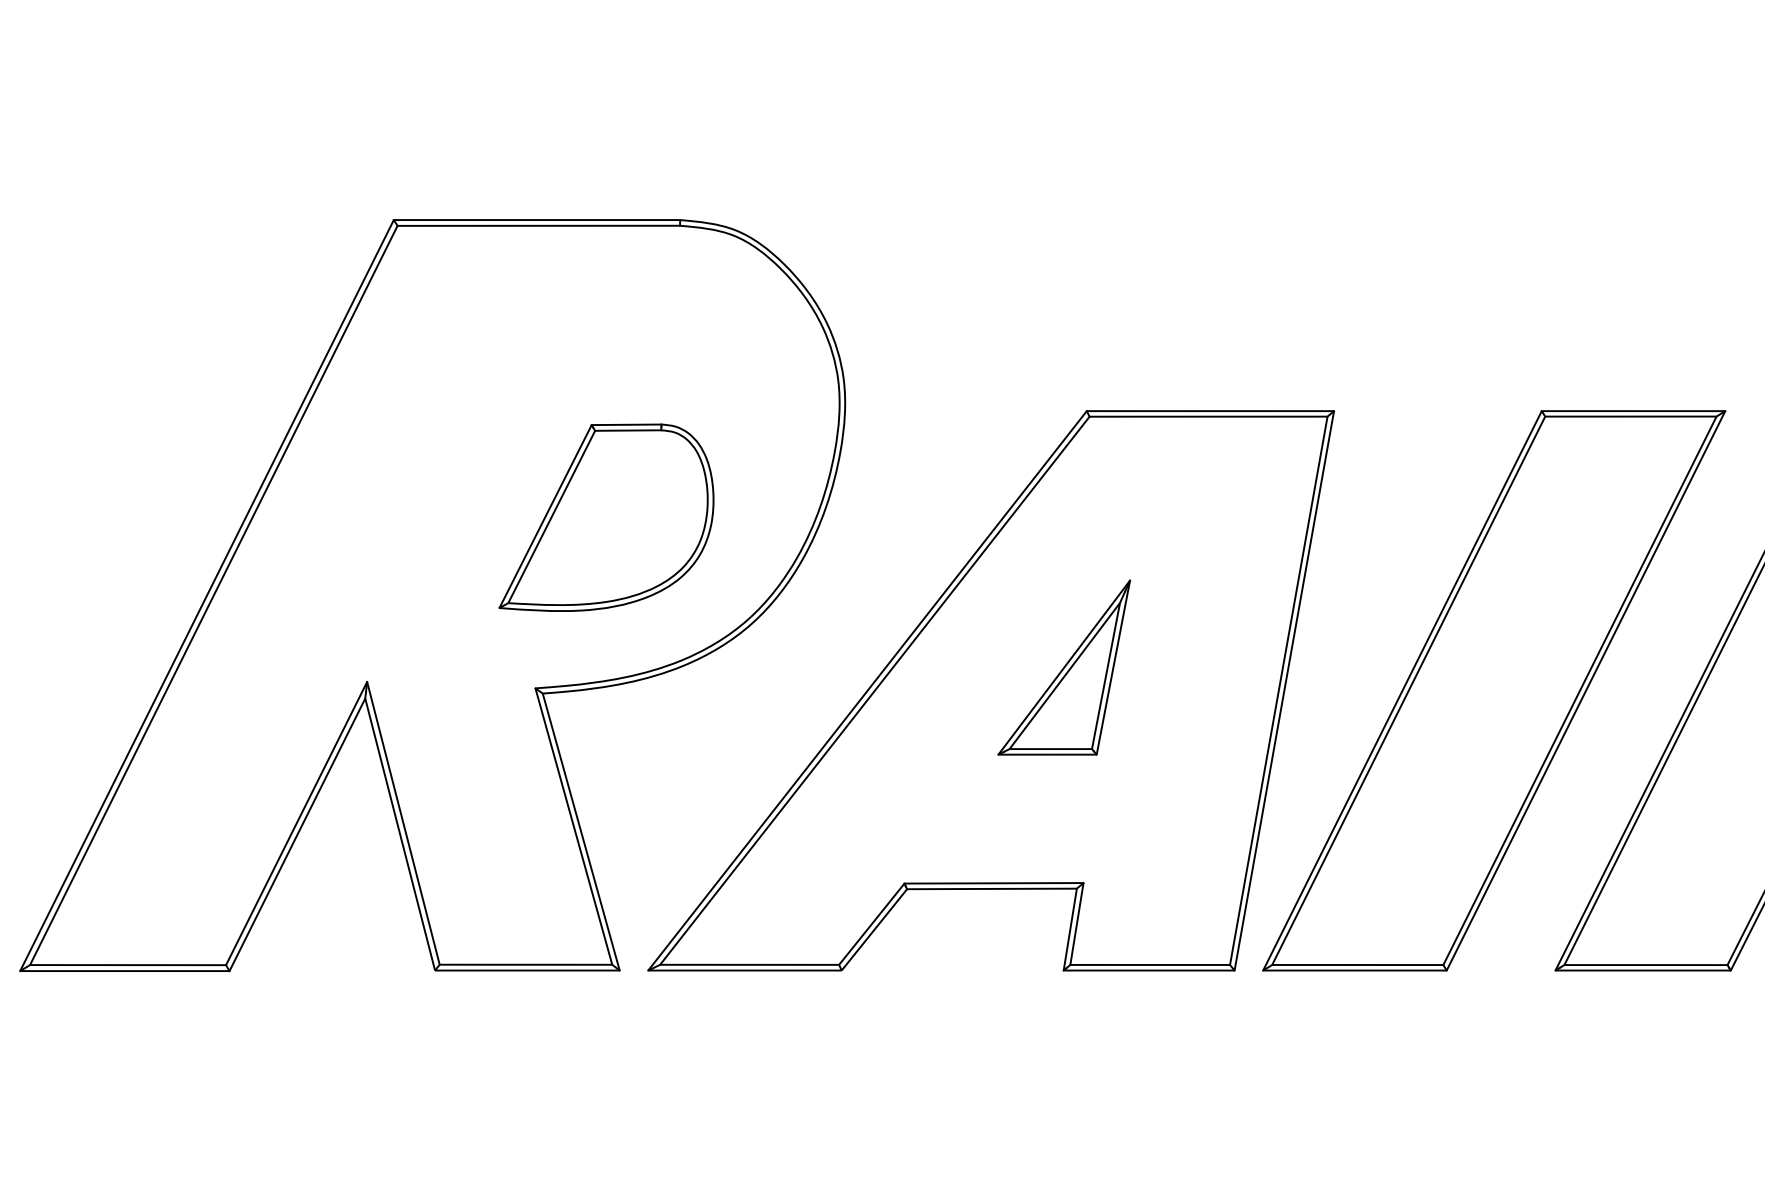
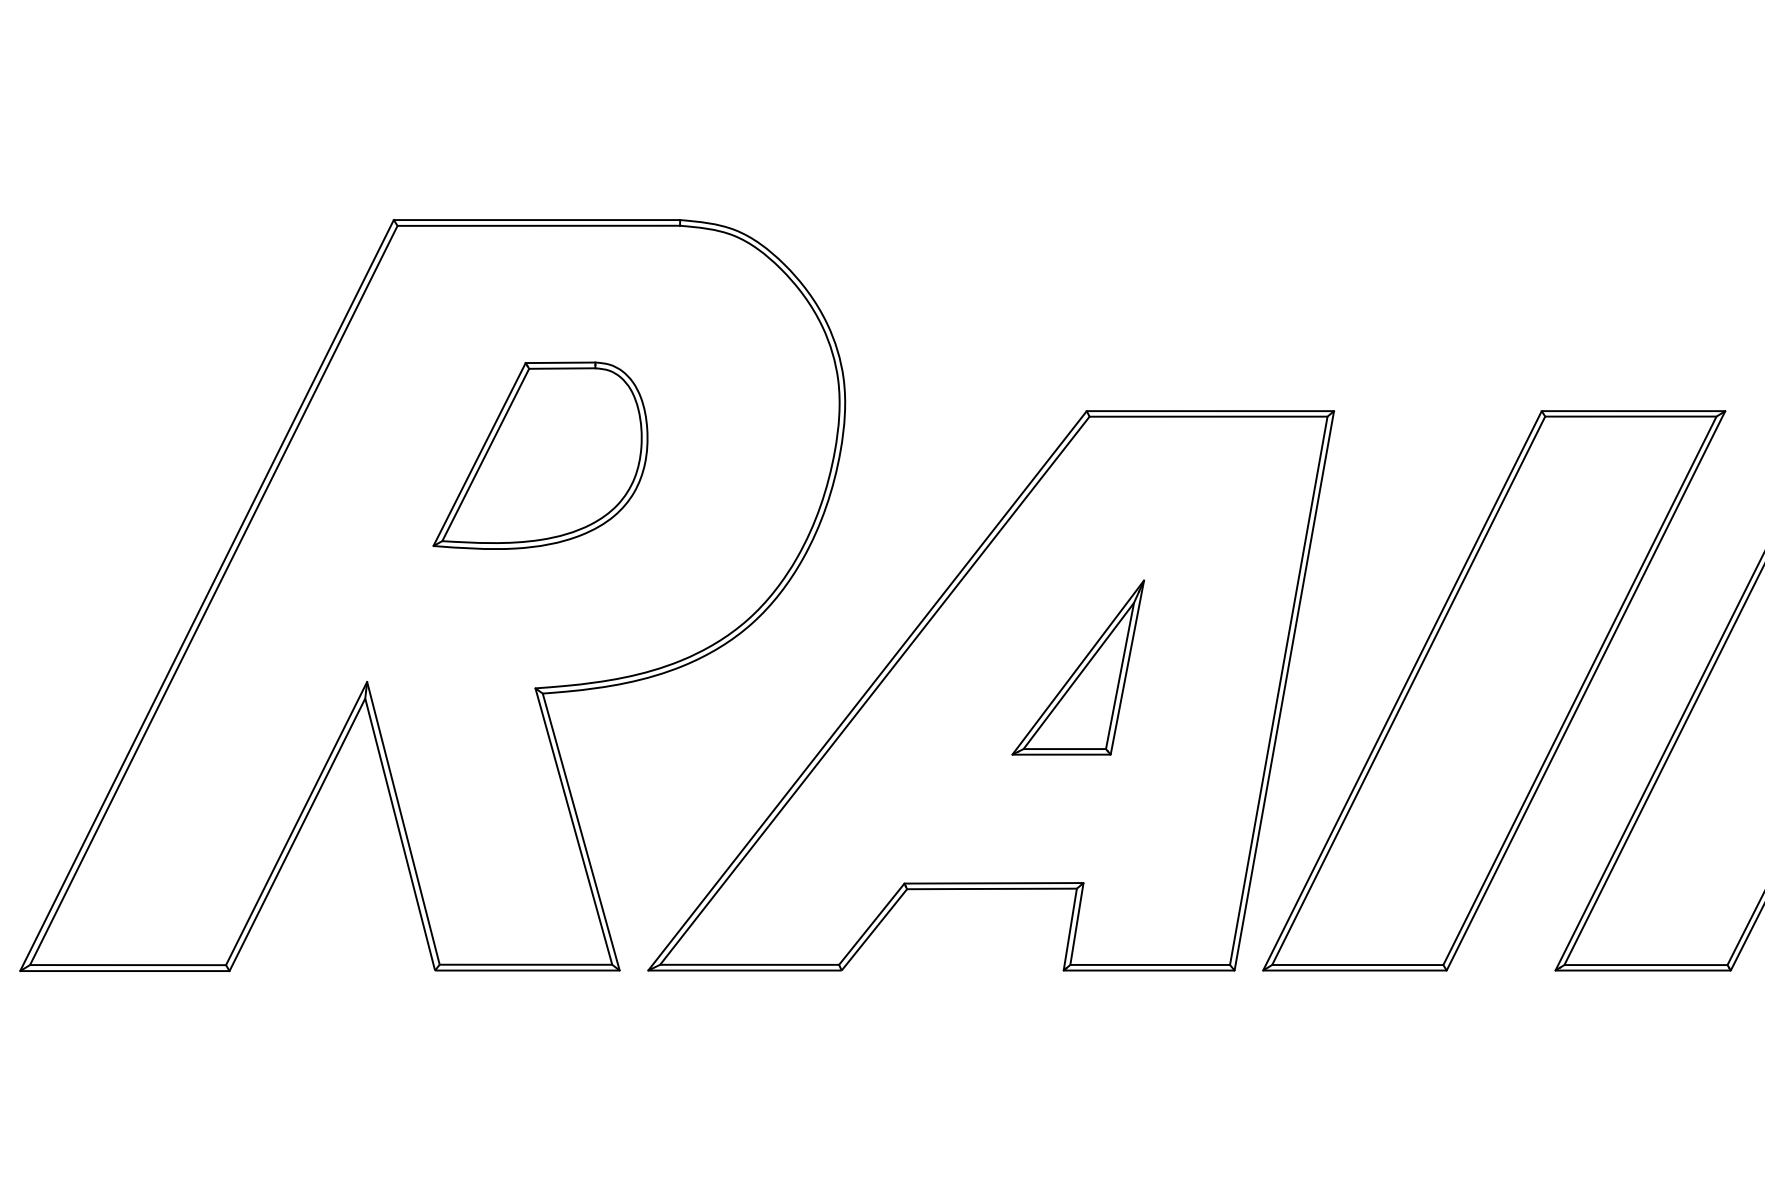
part at (606, 517) position: (606, 517) -> (540, 455)
part at (1064, 667) position: (1064, 667) -> (1078, 667)
